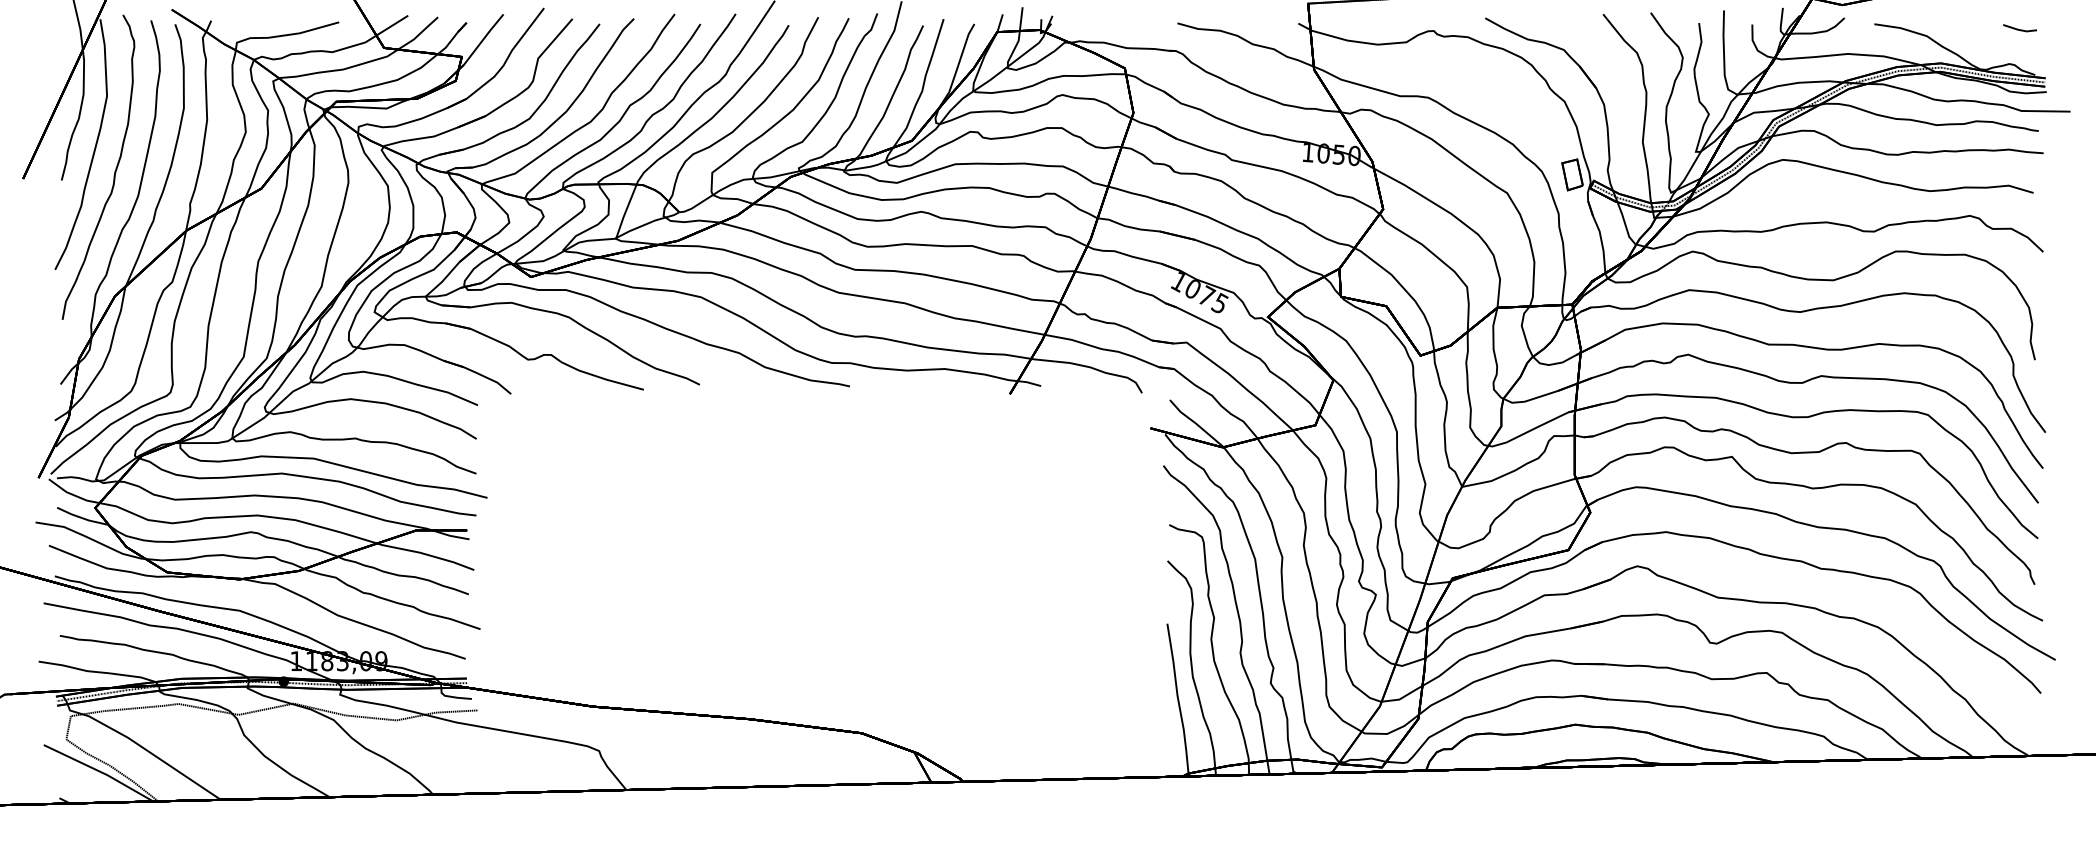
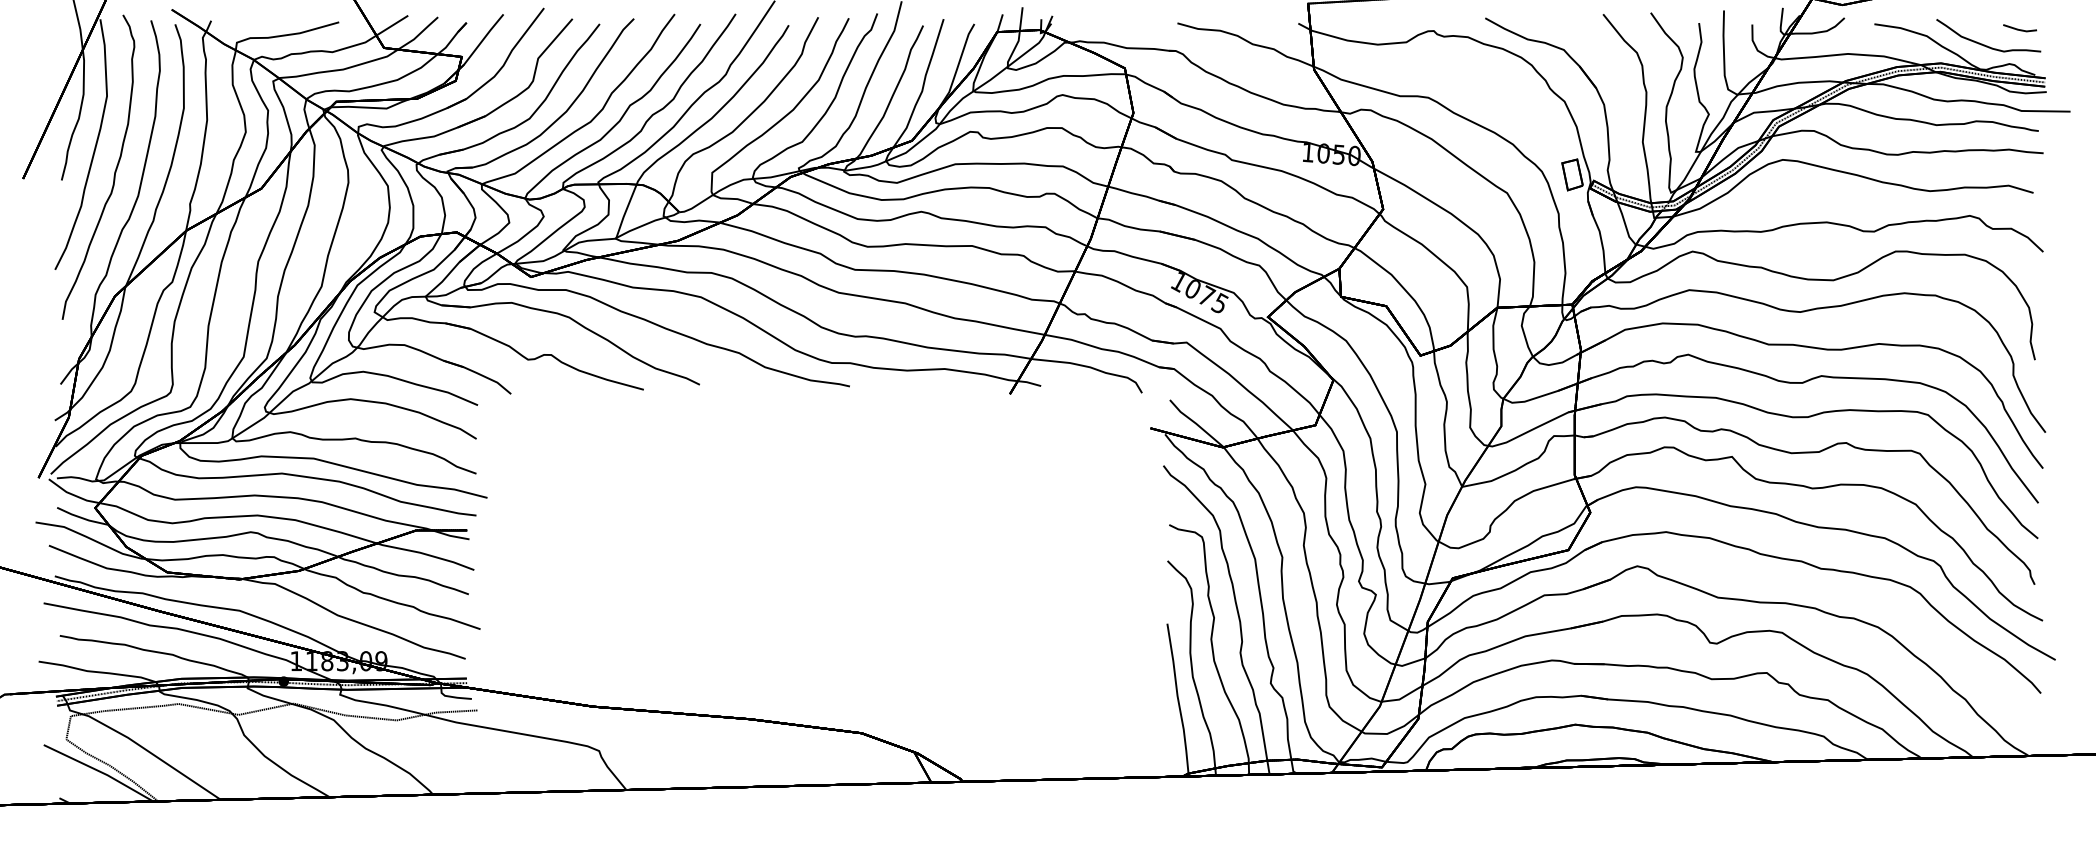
curve at (1984, 44): none -> present
